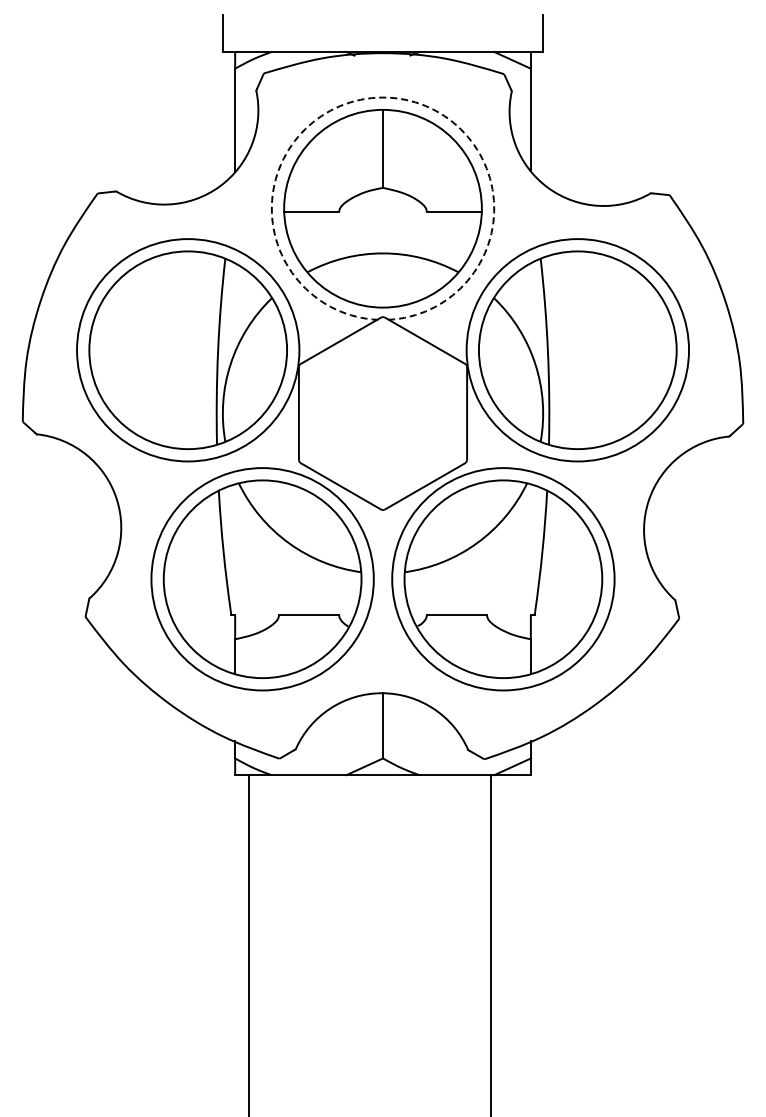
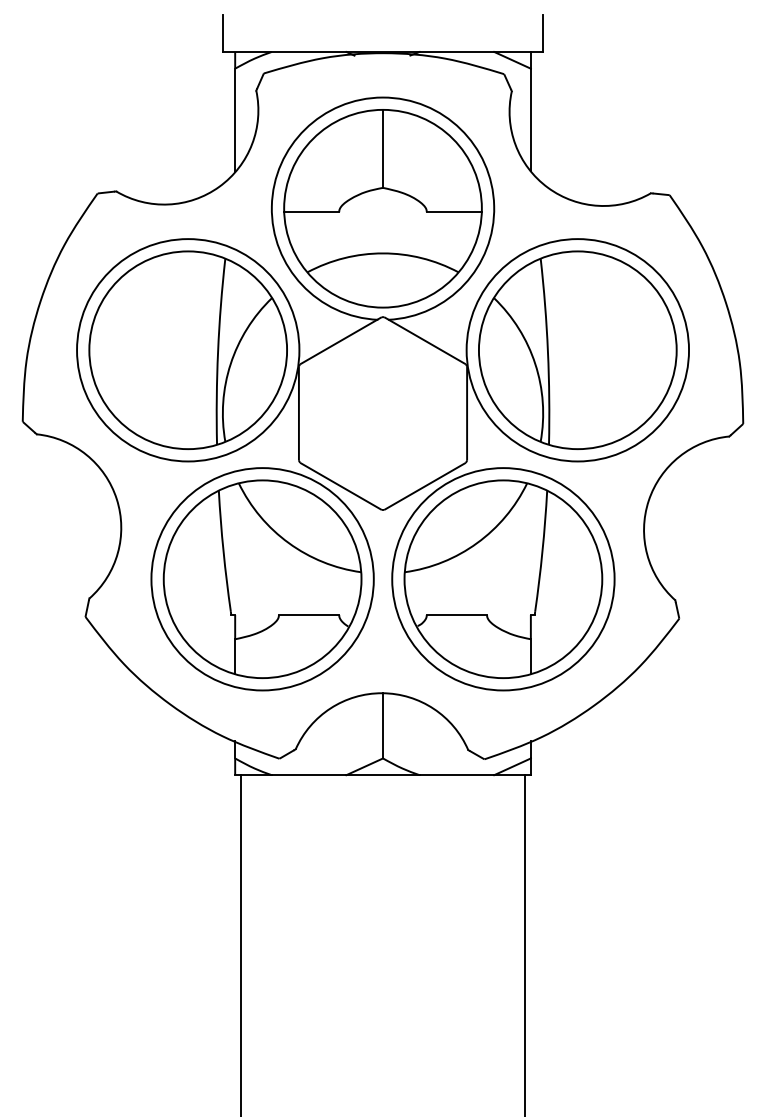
arc at (382, 97): dashed -> solid
line at (249, 944) position: (249, 944) -> (241, 944)
line at (490, 944) position: (490, 944) -> (524, 944)
